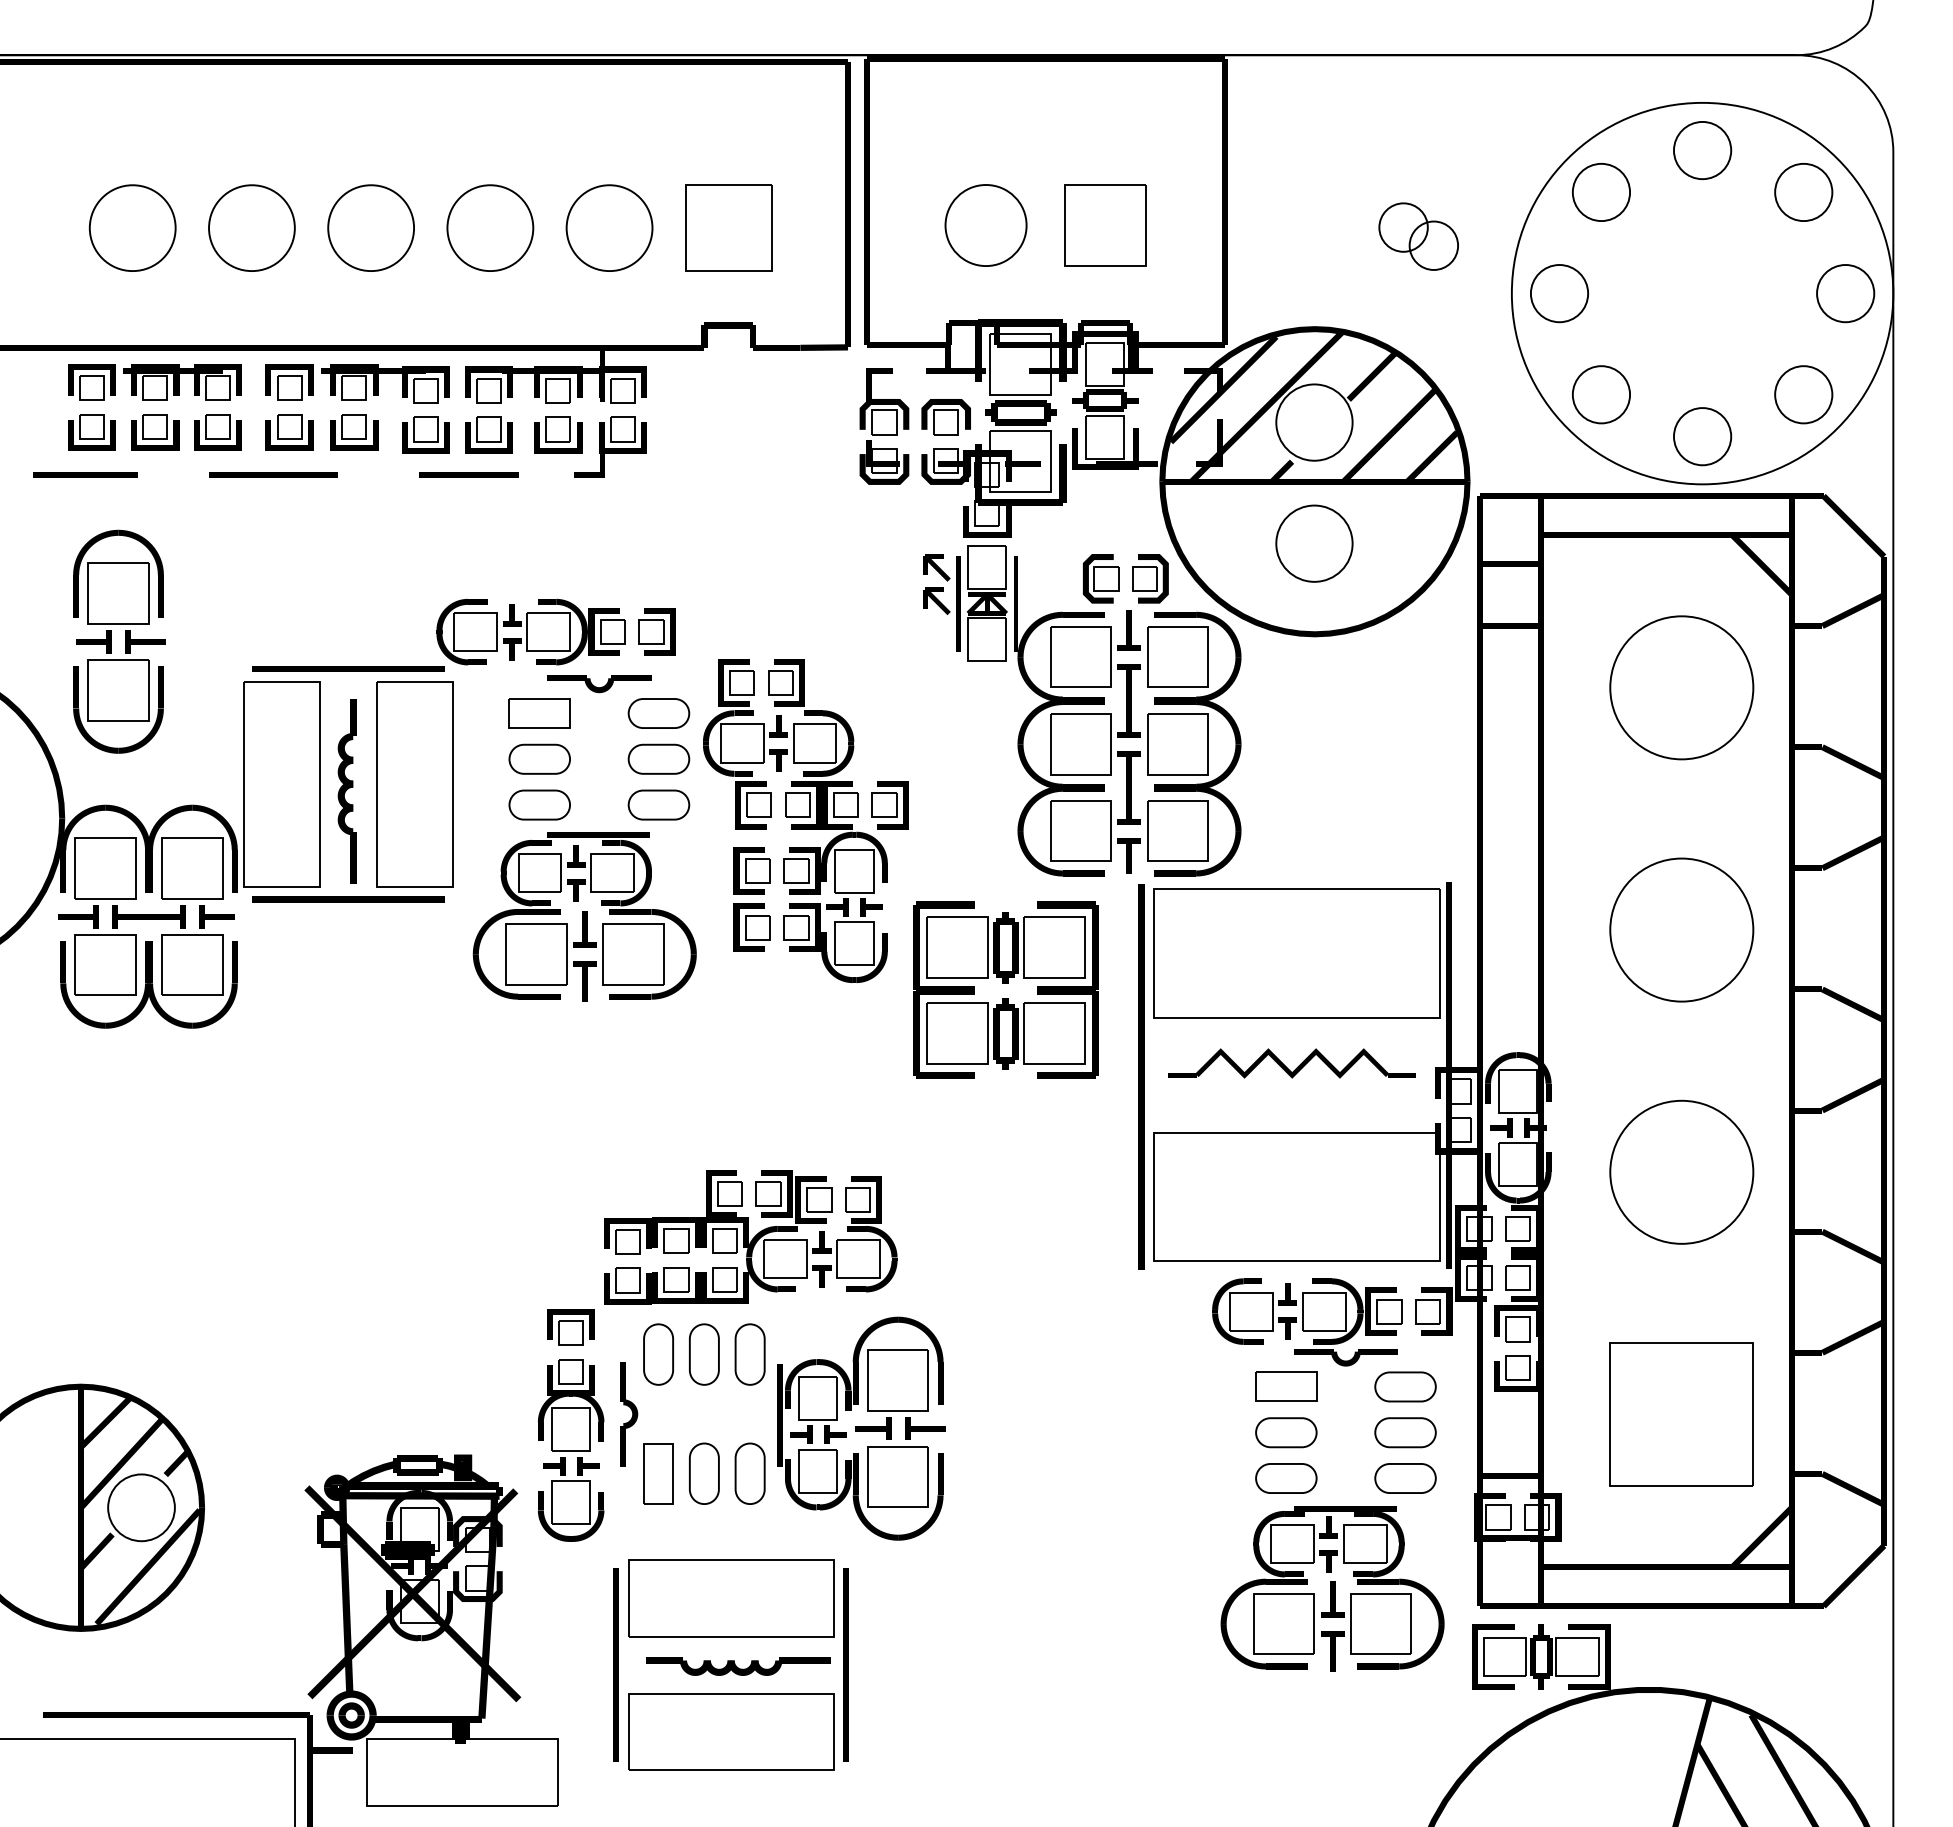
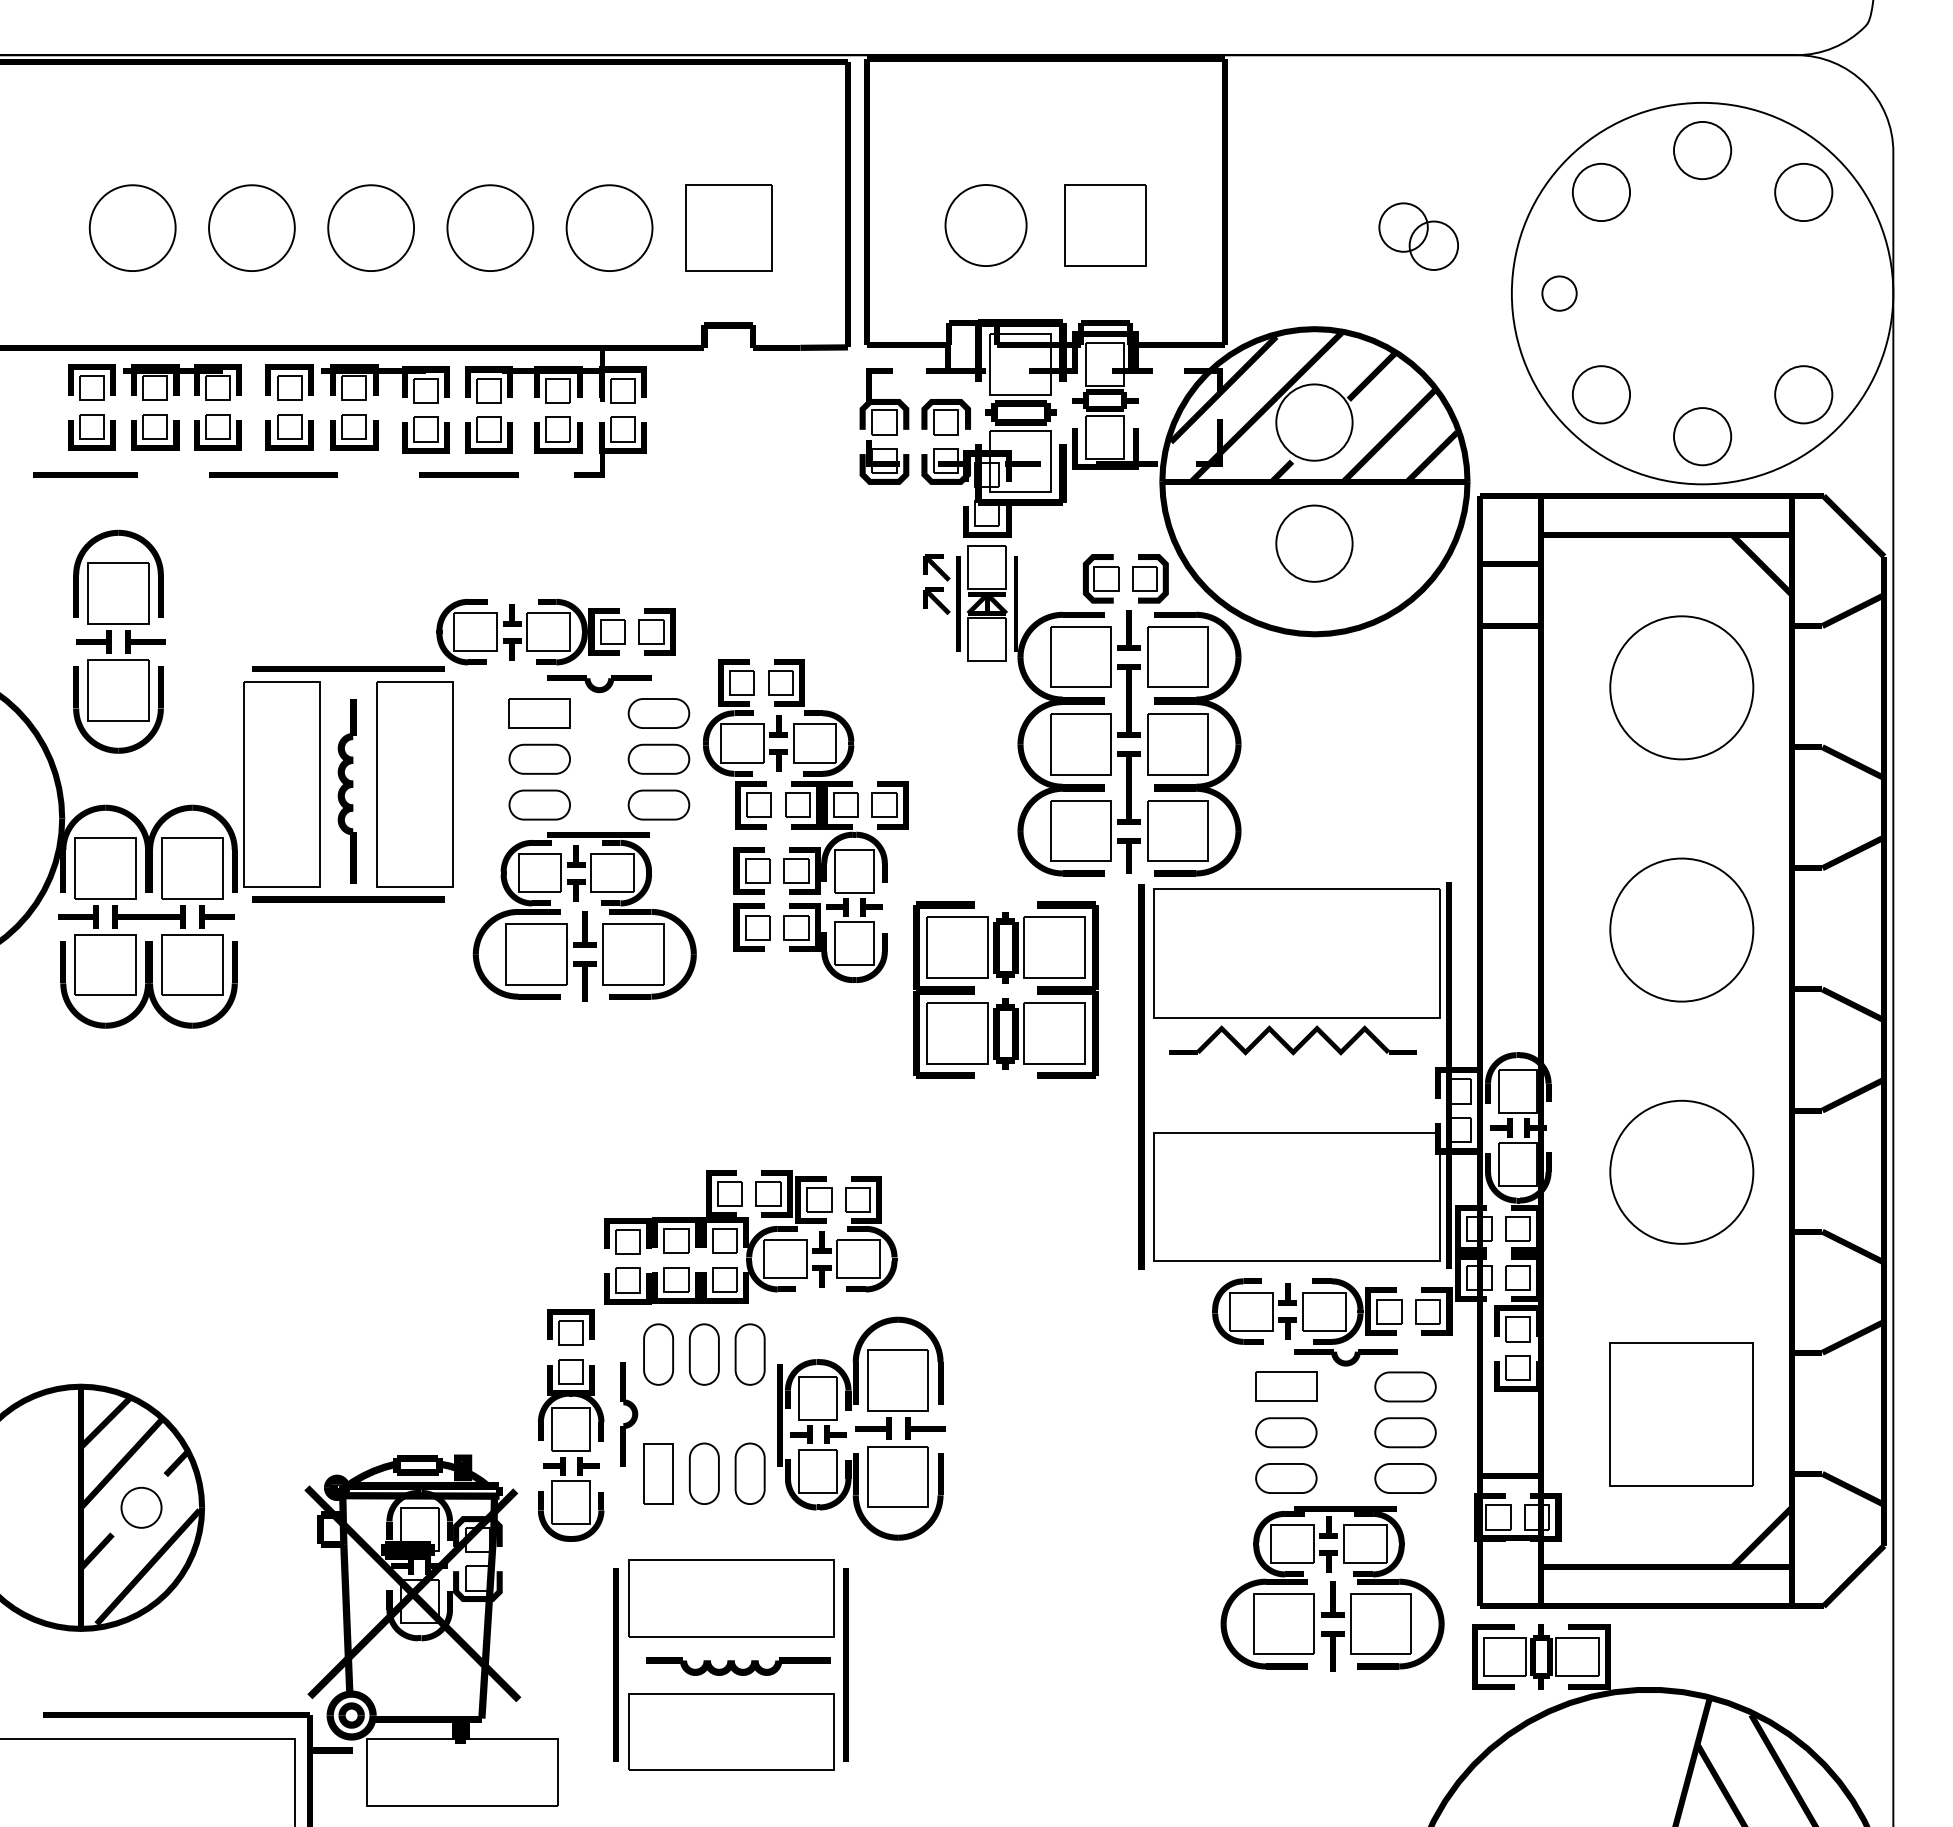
circle at (1559, 293) diameter: 57 px -> 34 px
circle at (1845, 293): present -> none
part at (1291, 1063) position: (1291, 1063) -> (1292, 1040)
circle at (141, 1507) diameter: 67 px -> 40 px
